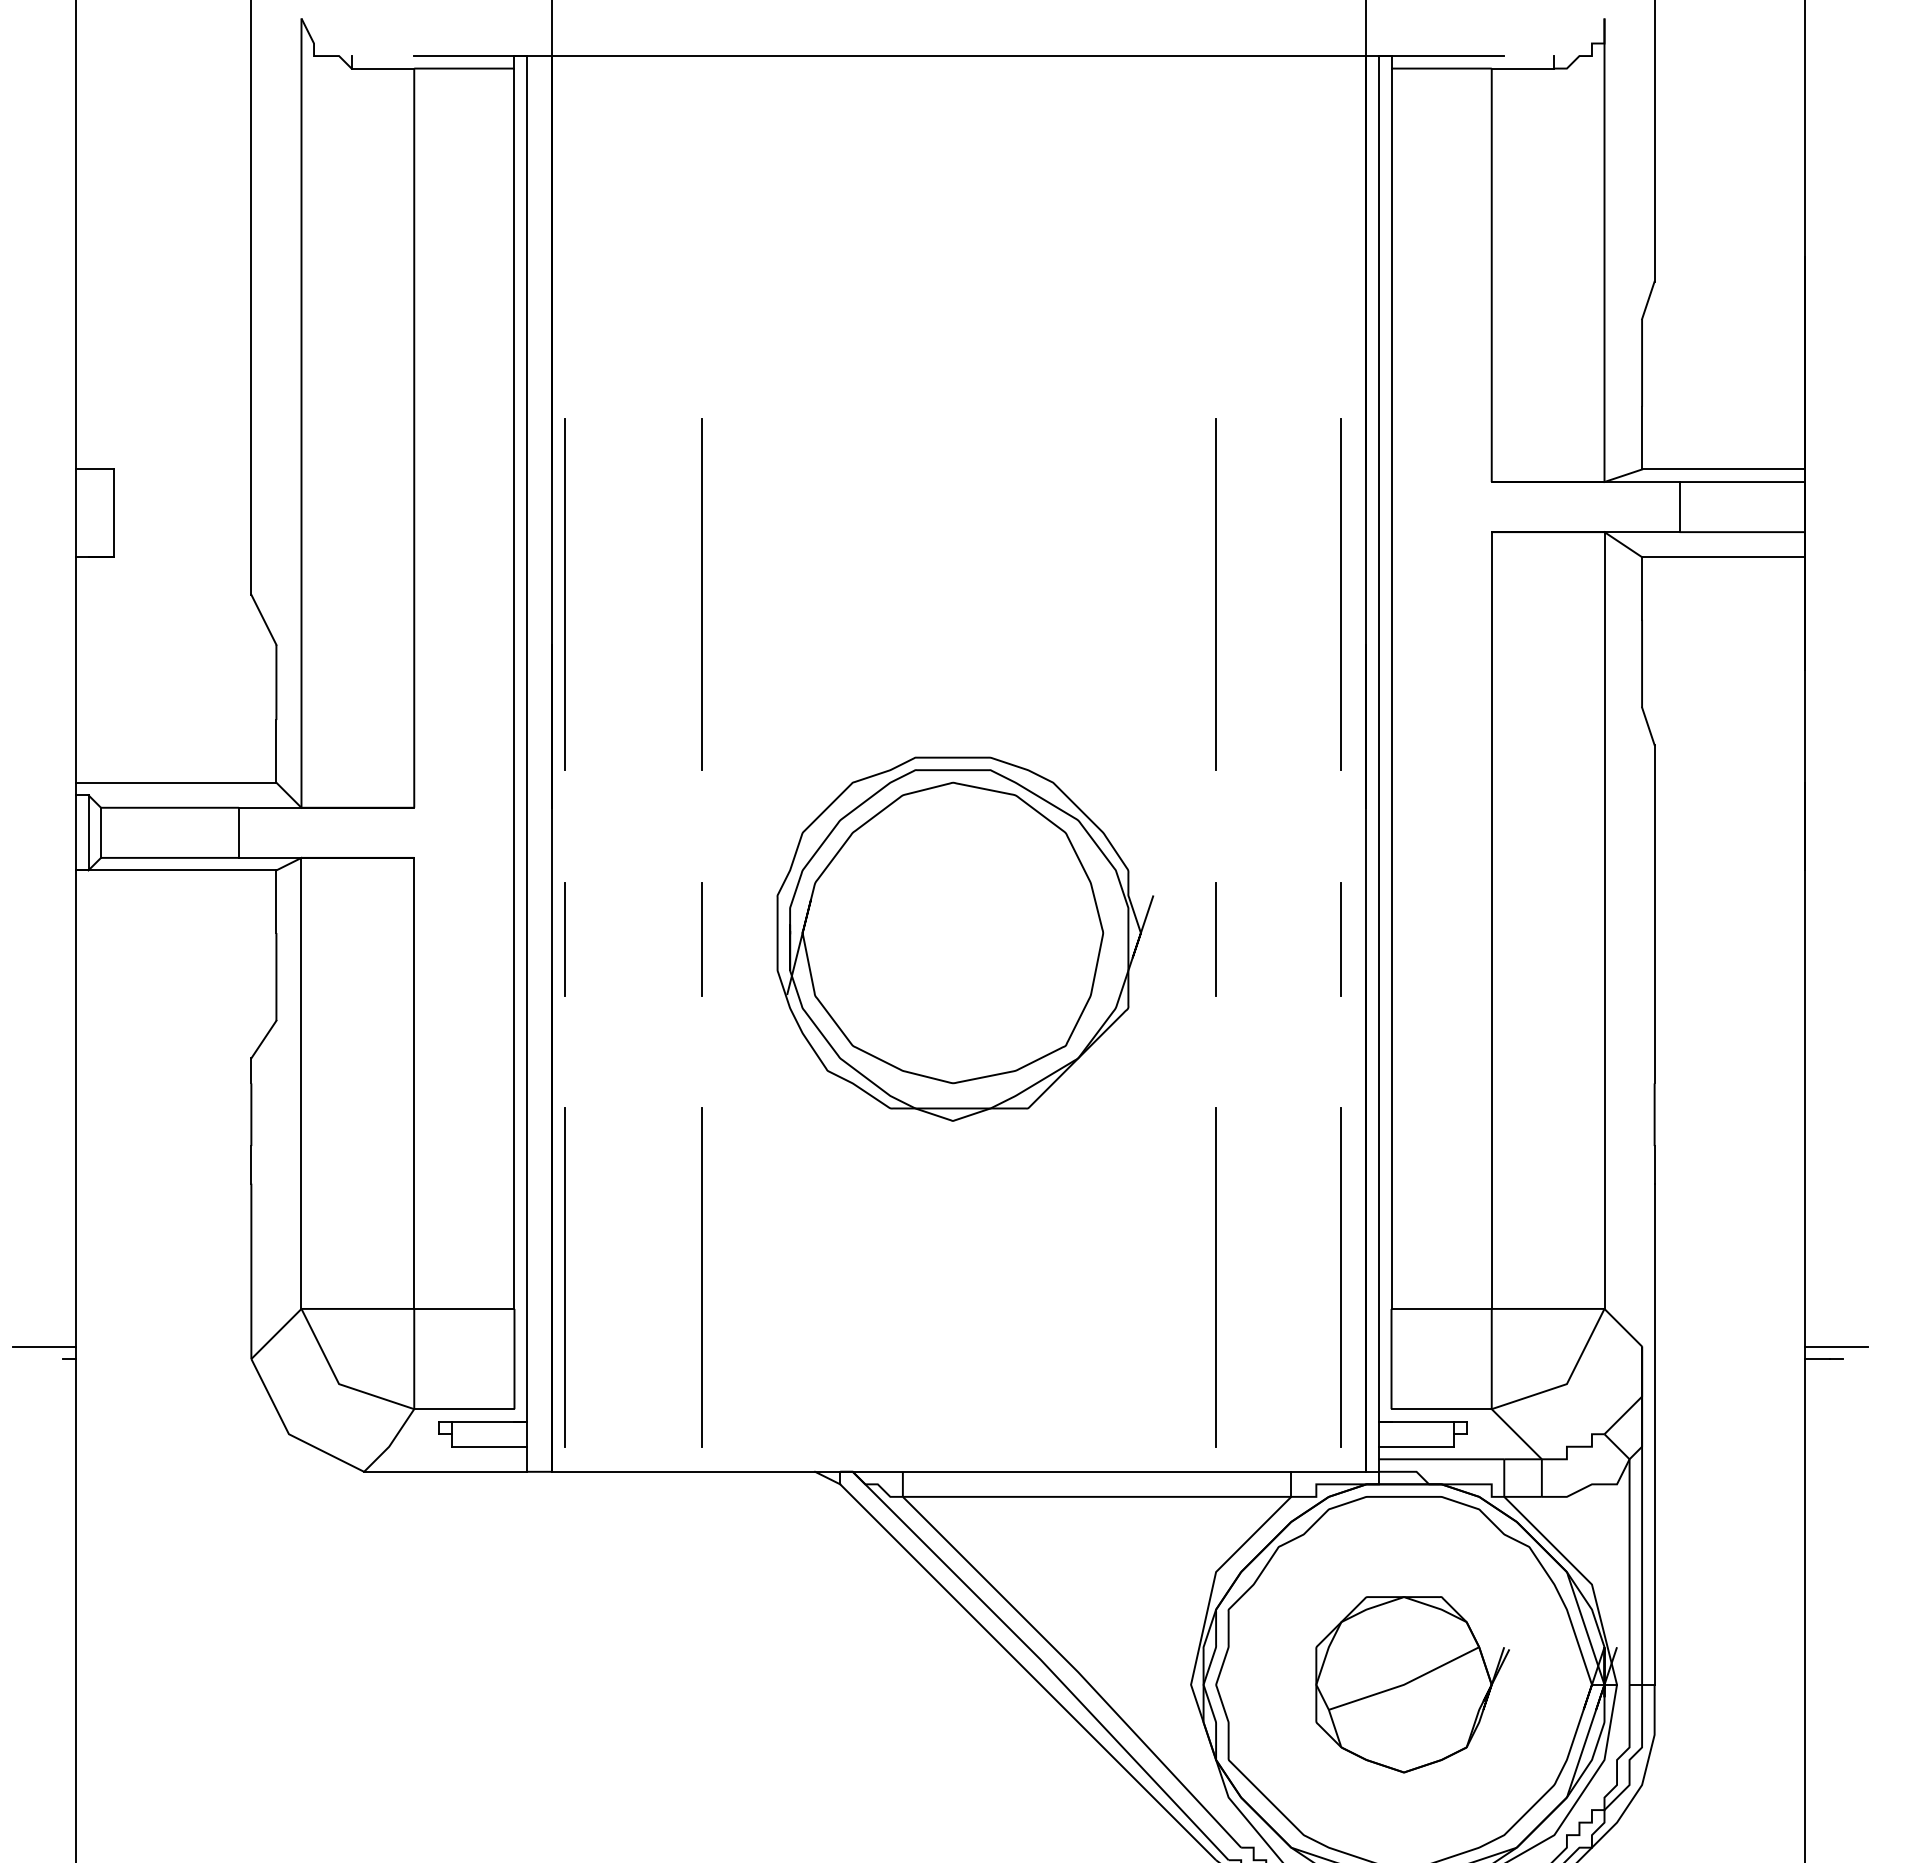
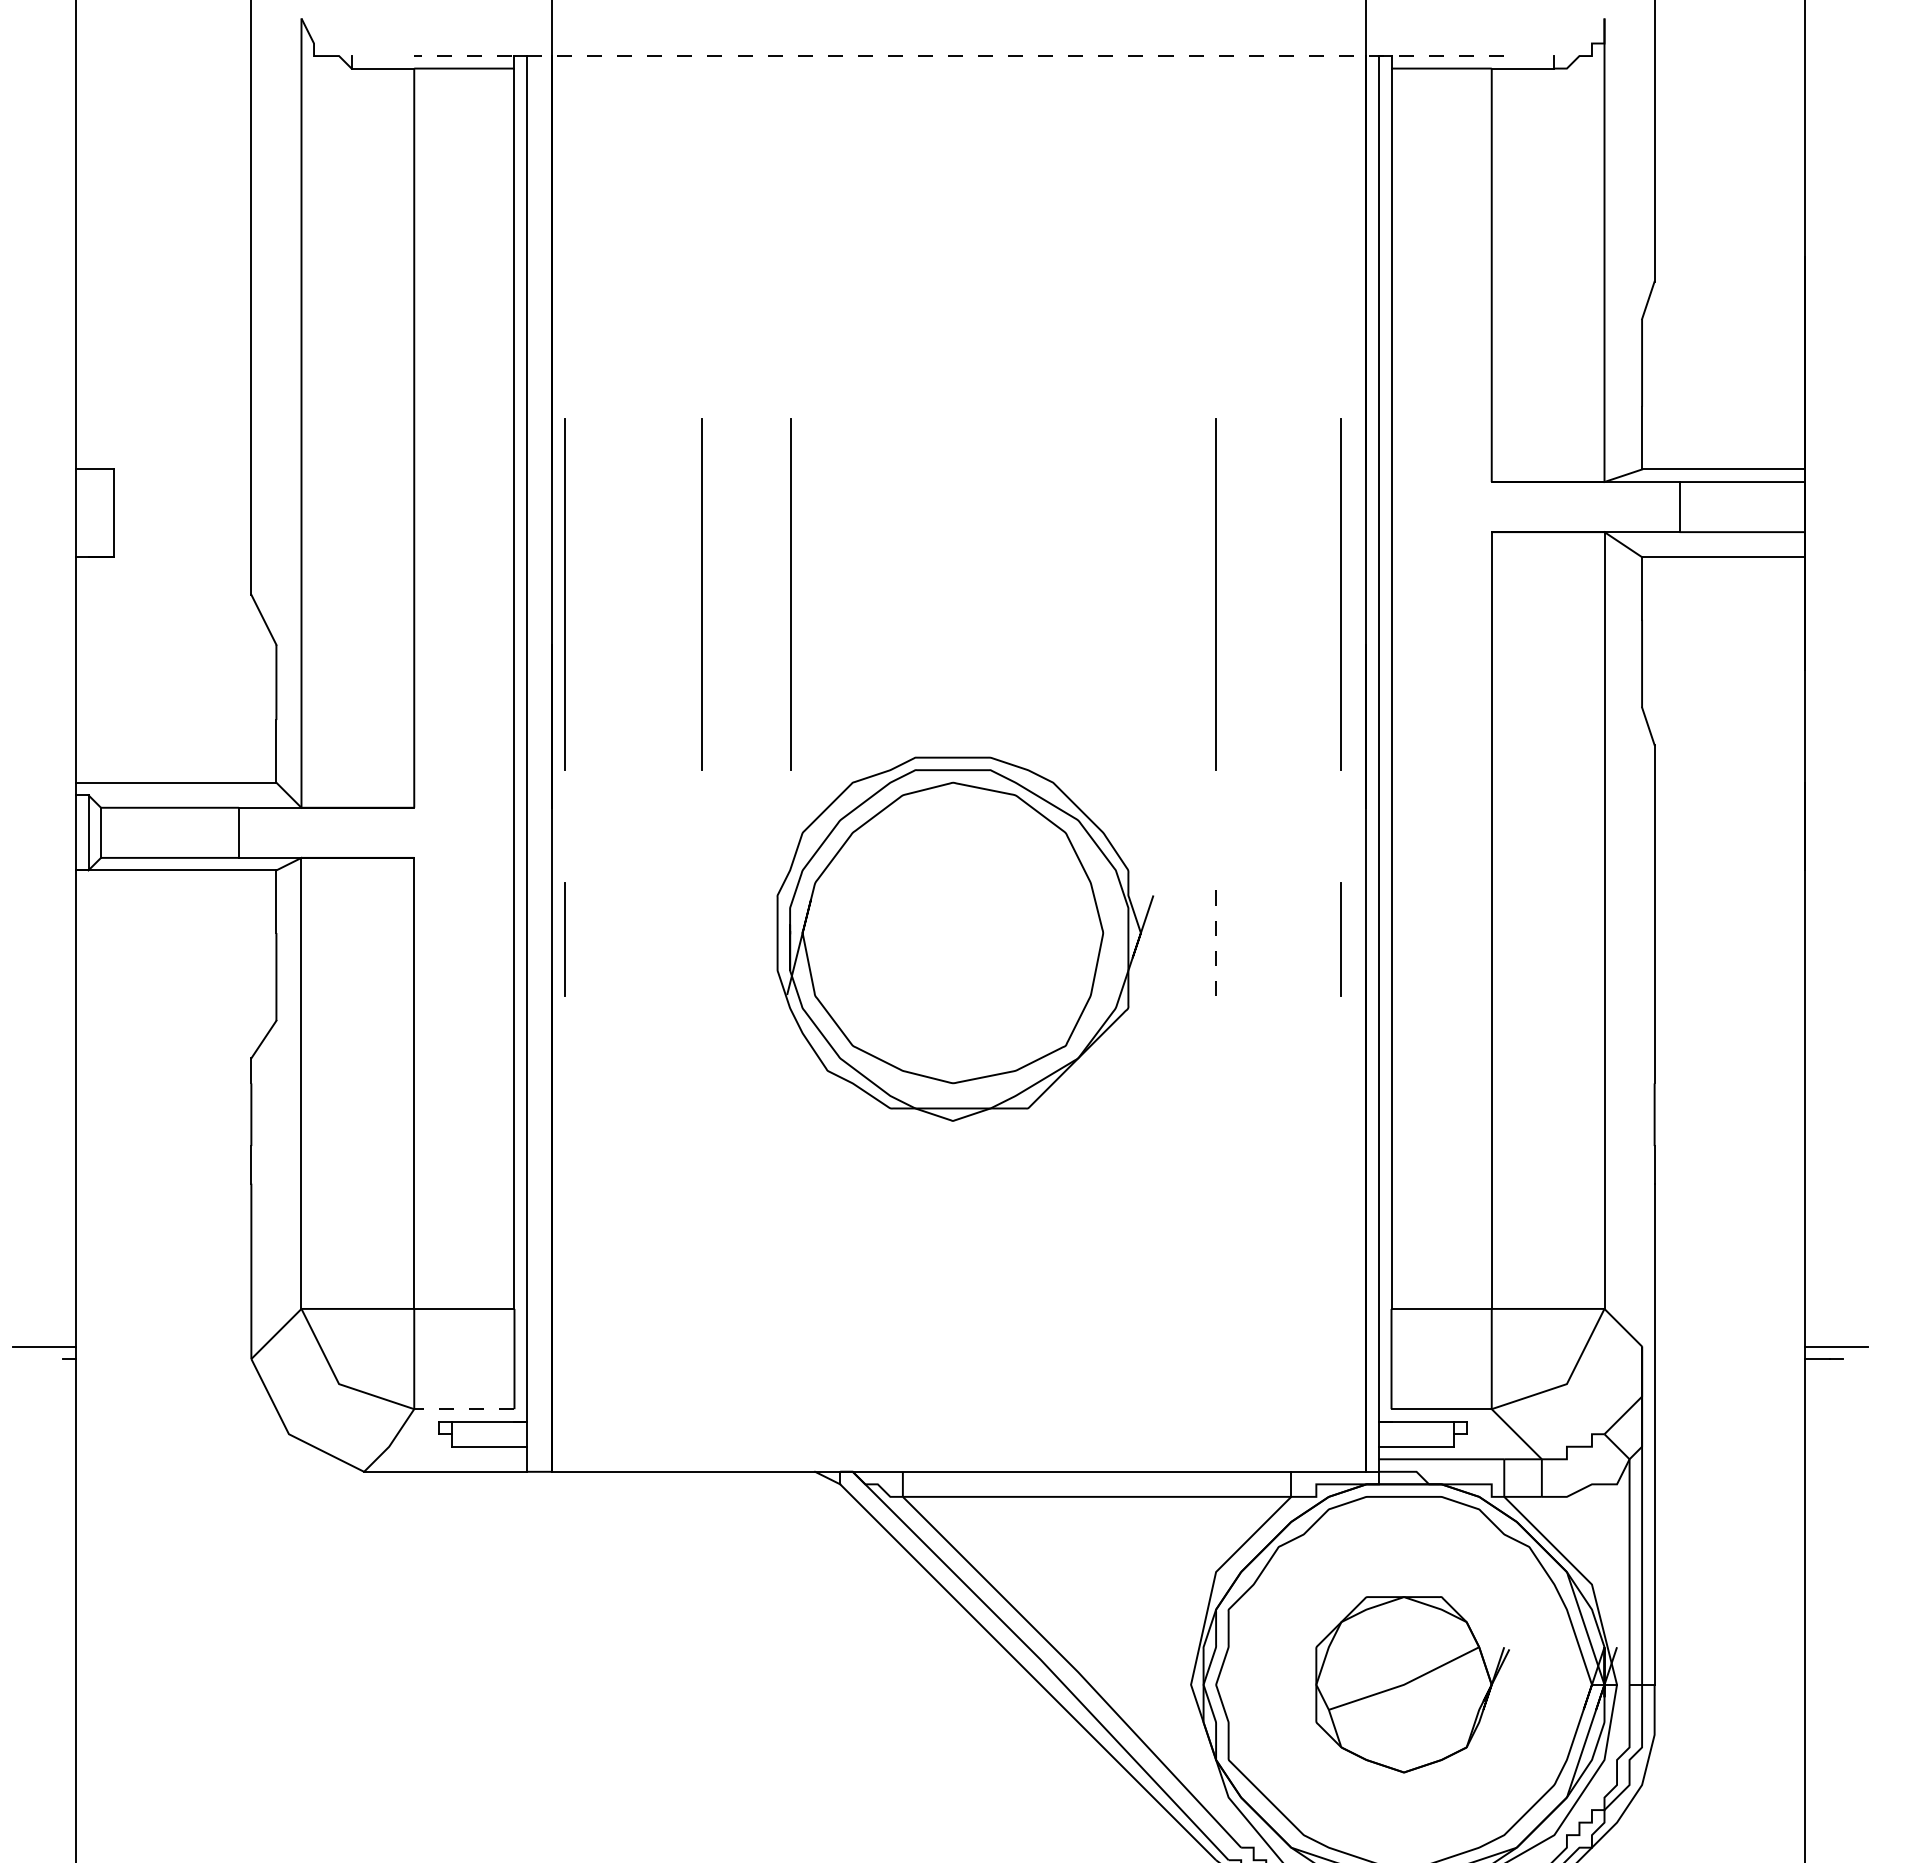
line at (958, 56): solid -> dashed
line at (790, 594): none -> present
line at (702, 938): present -> none
line at (1216, 938): solid -> dashed
line at (564, 1277): present -> none
line at (702, 1277): present -> none
line at (1216, 1277): present -> none
line at (1341, 1277): present -> none
line at (463, 1409): solid -> dashed
